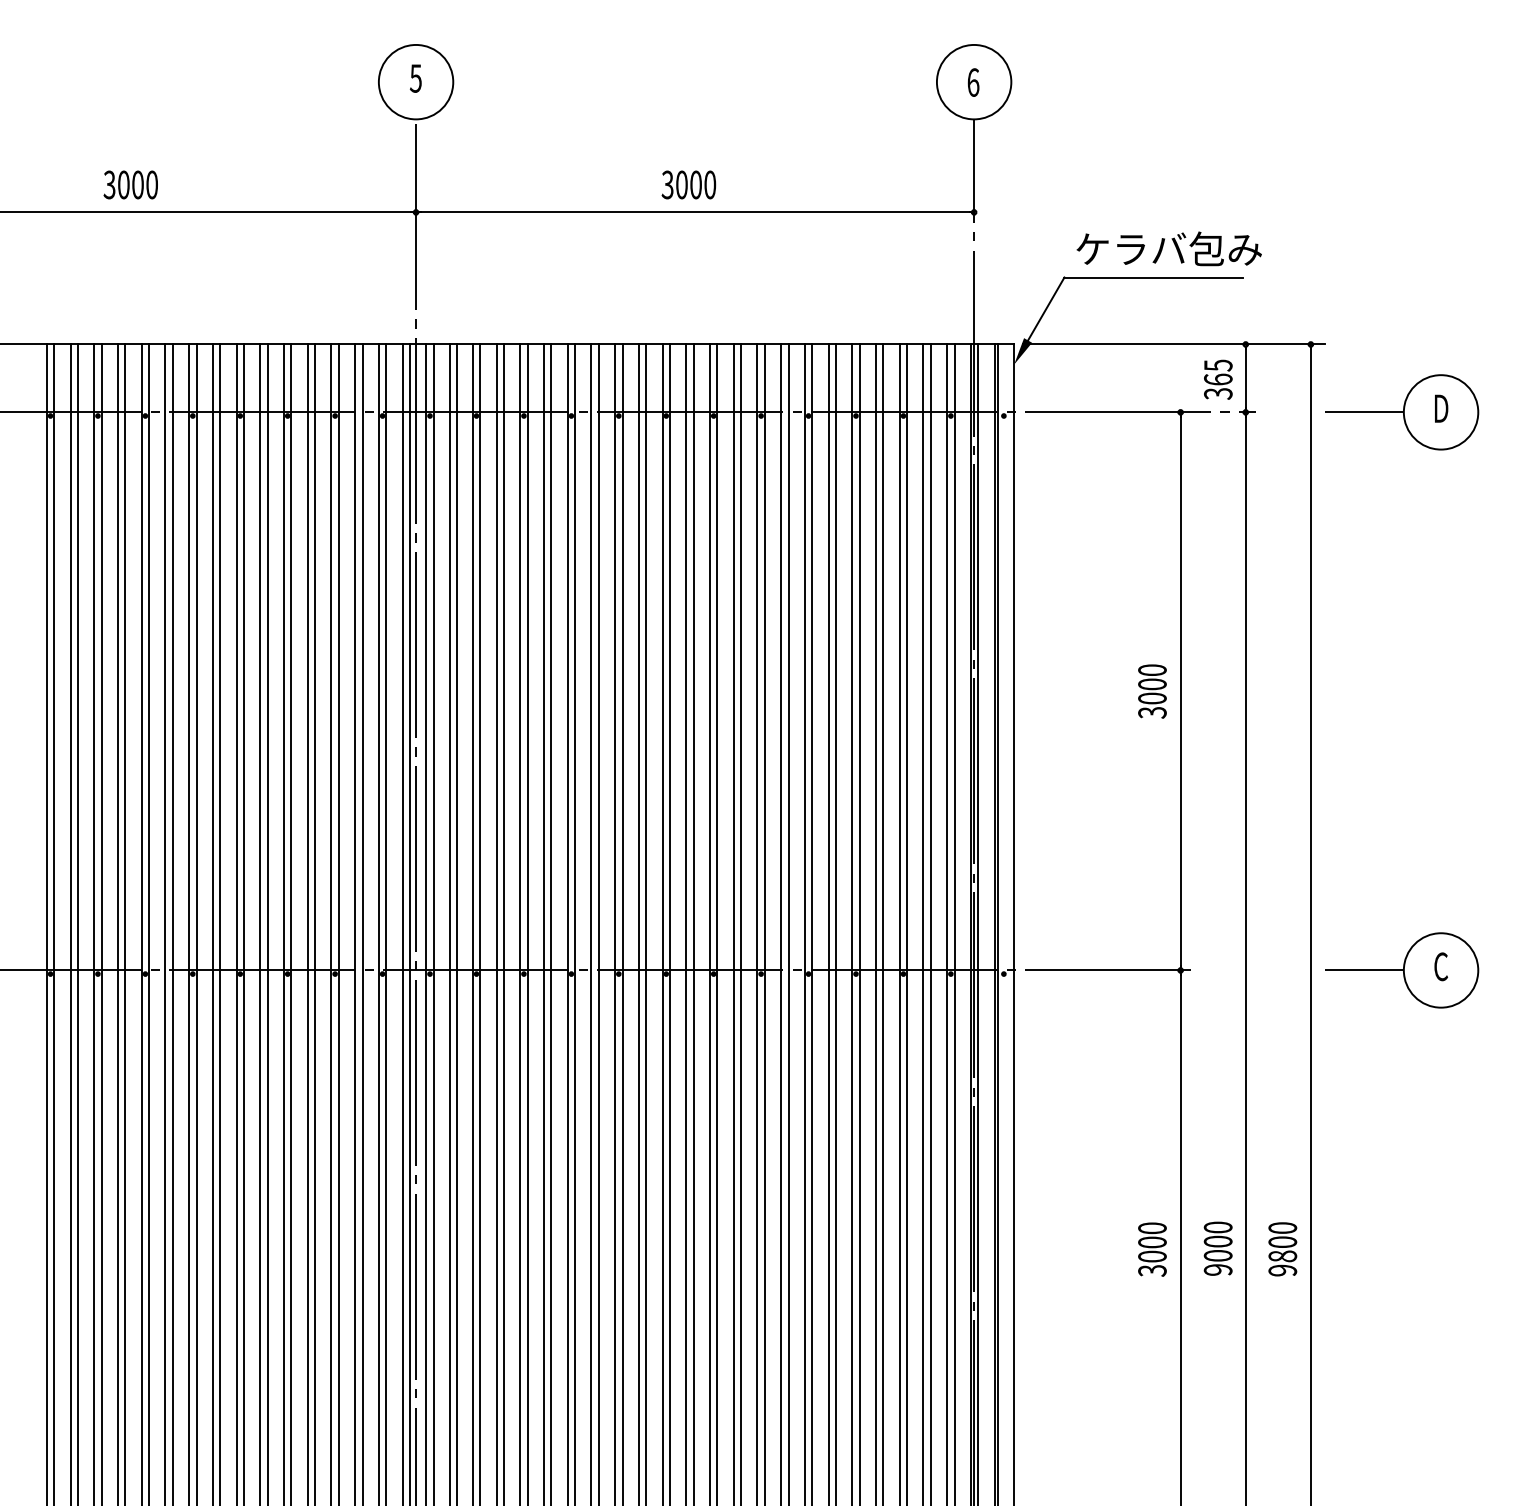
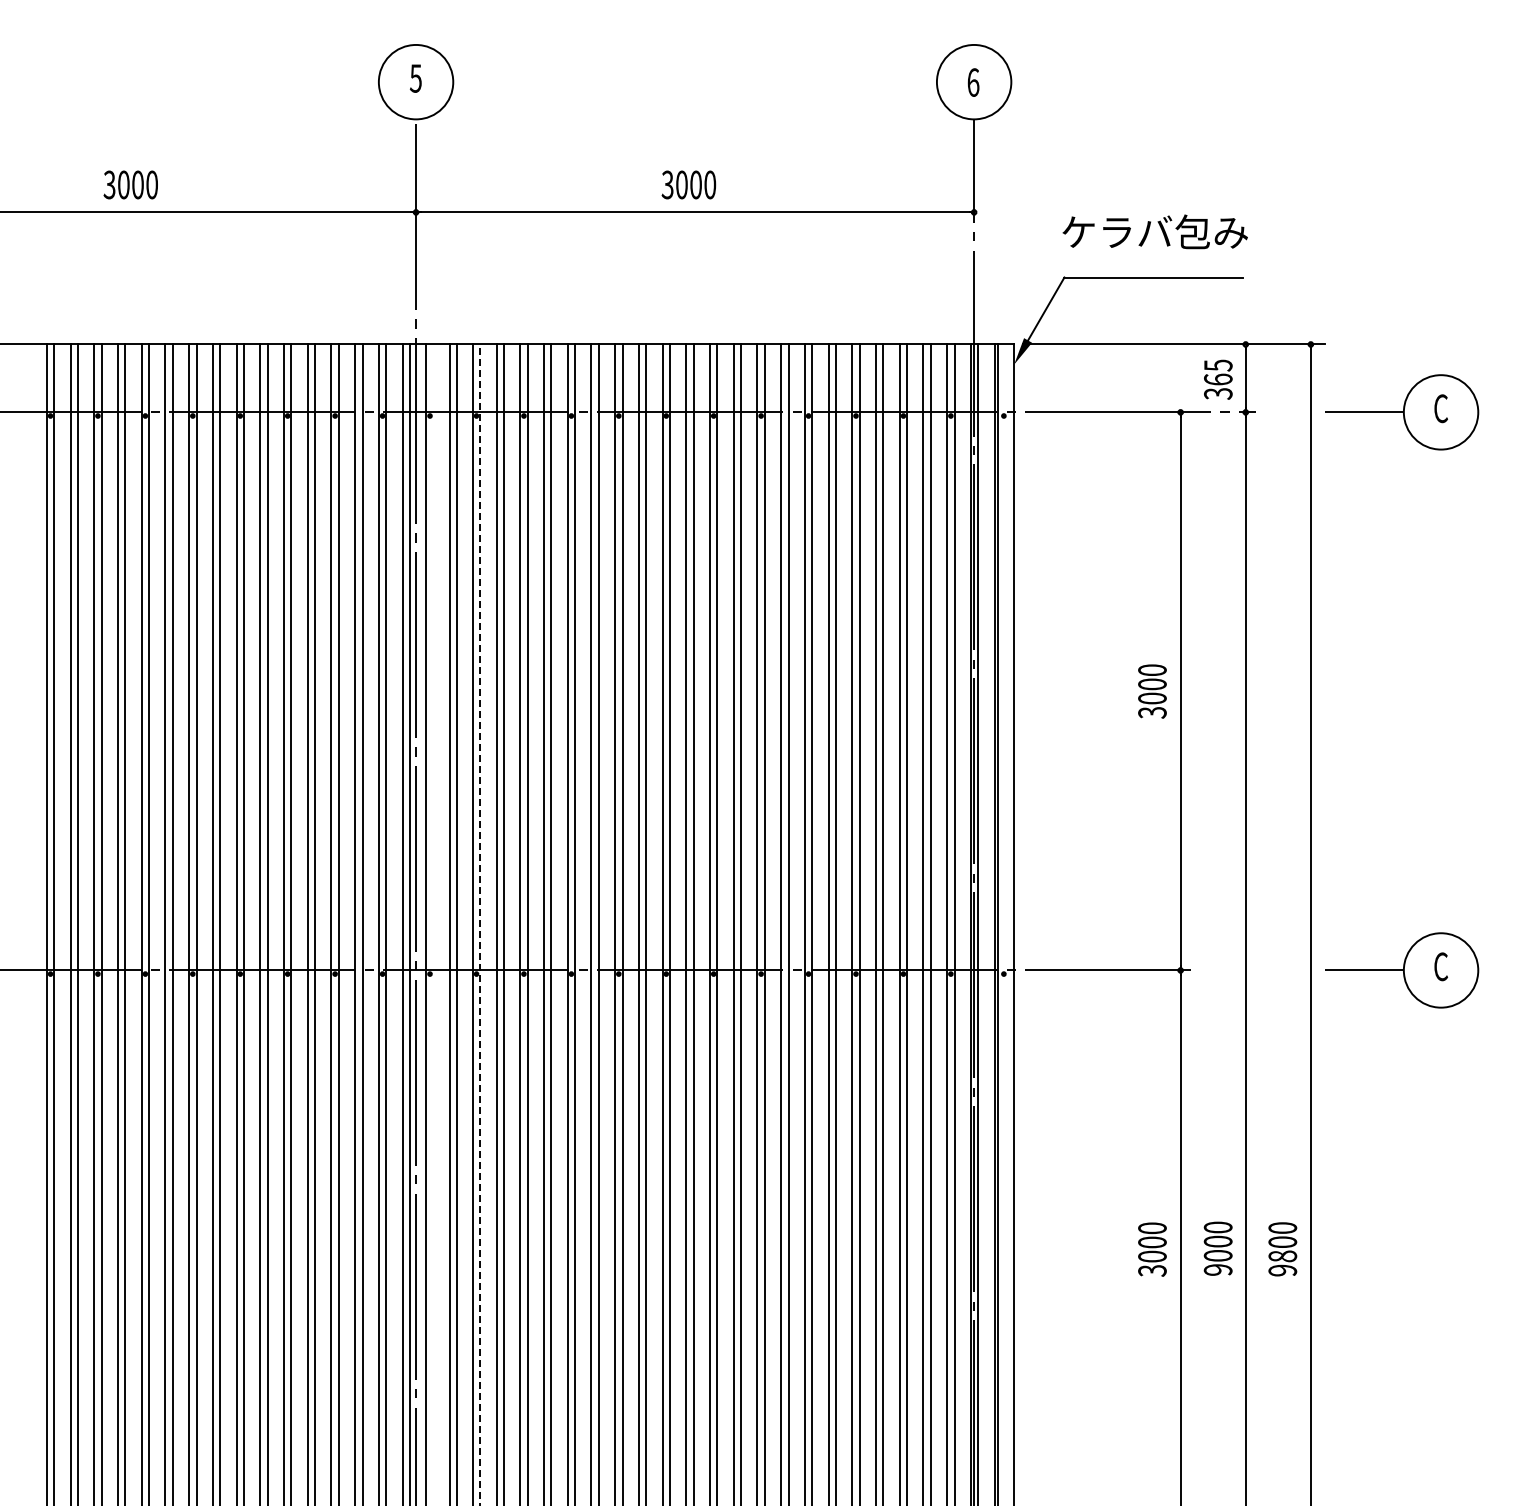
text at (1168, 248) position: (1168, 248) -> (1154, 231)
text at (1441, 408): D -> C
line at (433, 923): present -> none
line at (480, 924): solid -> dashed
